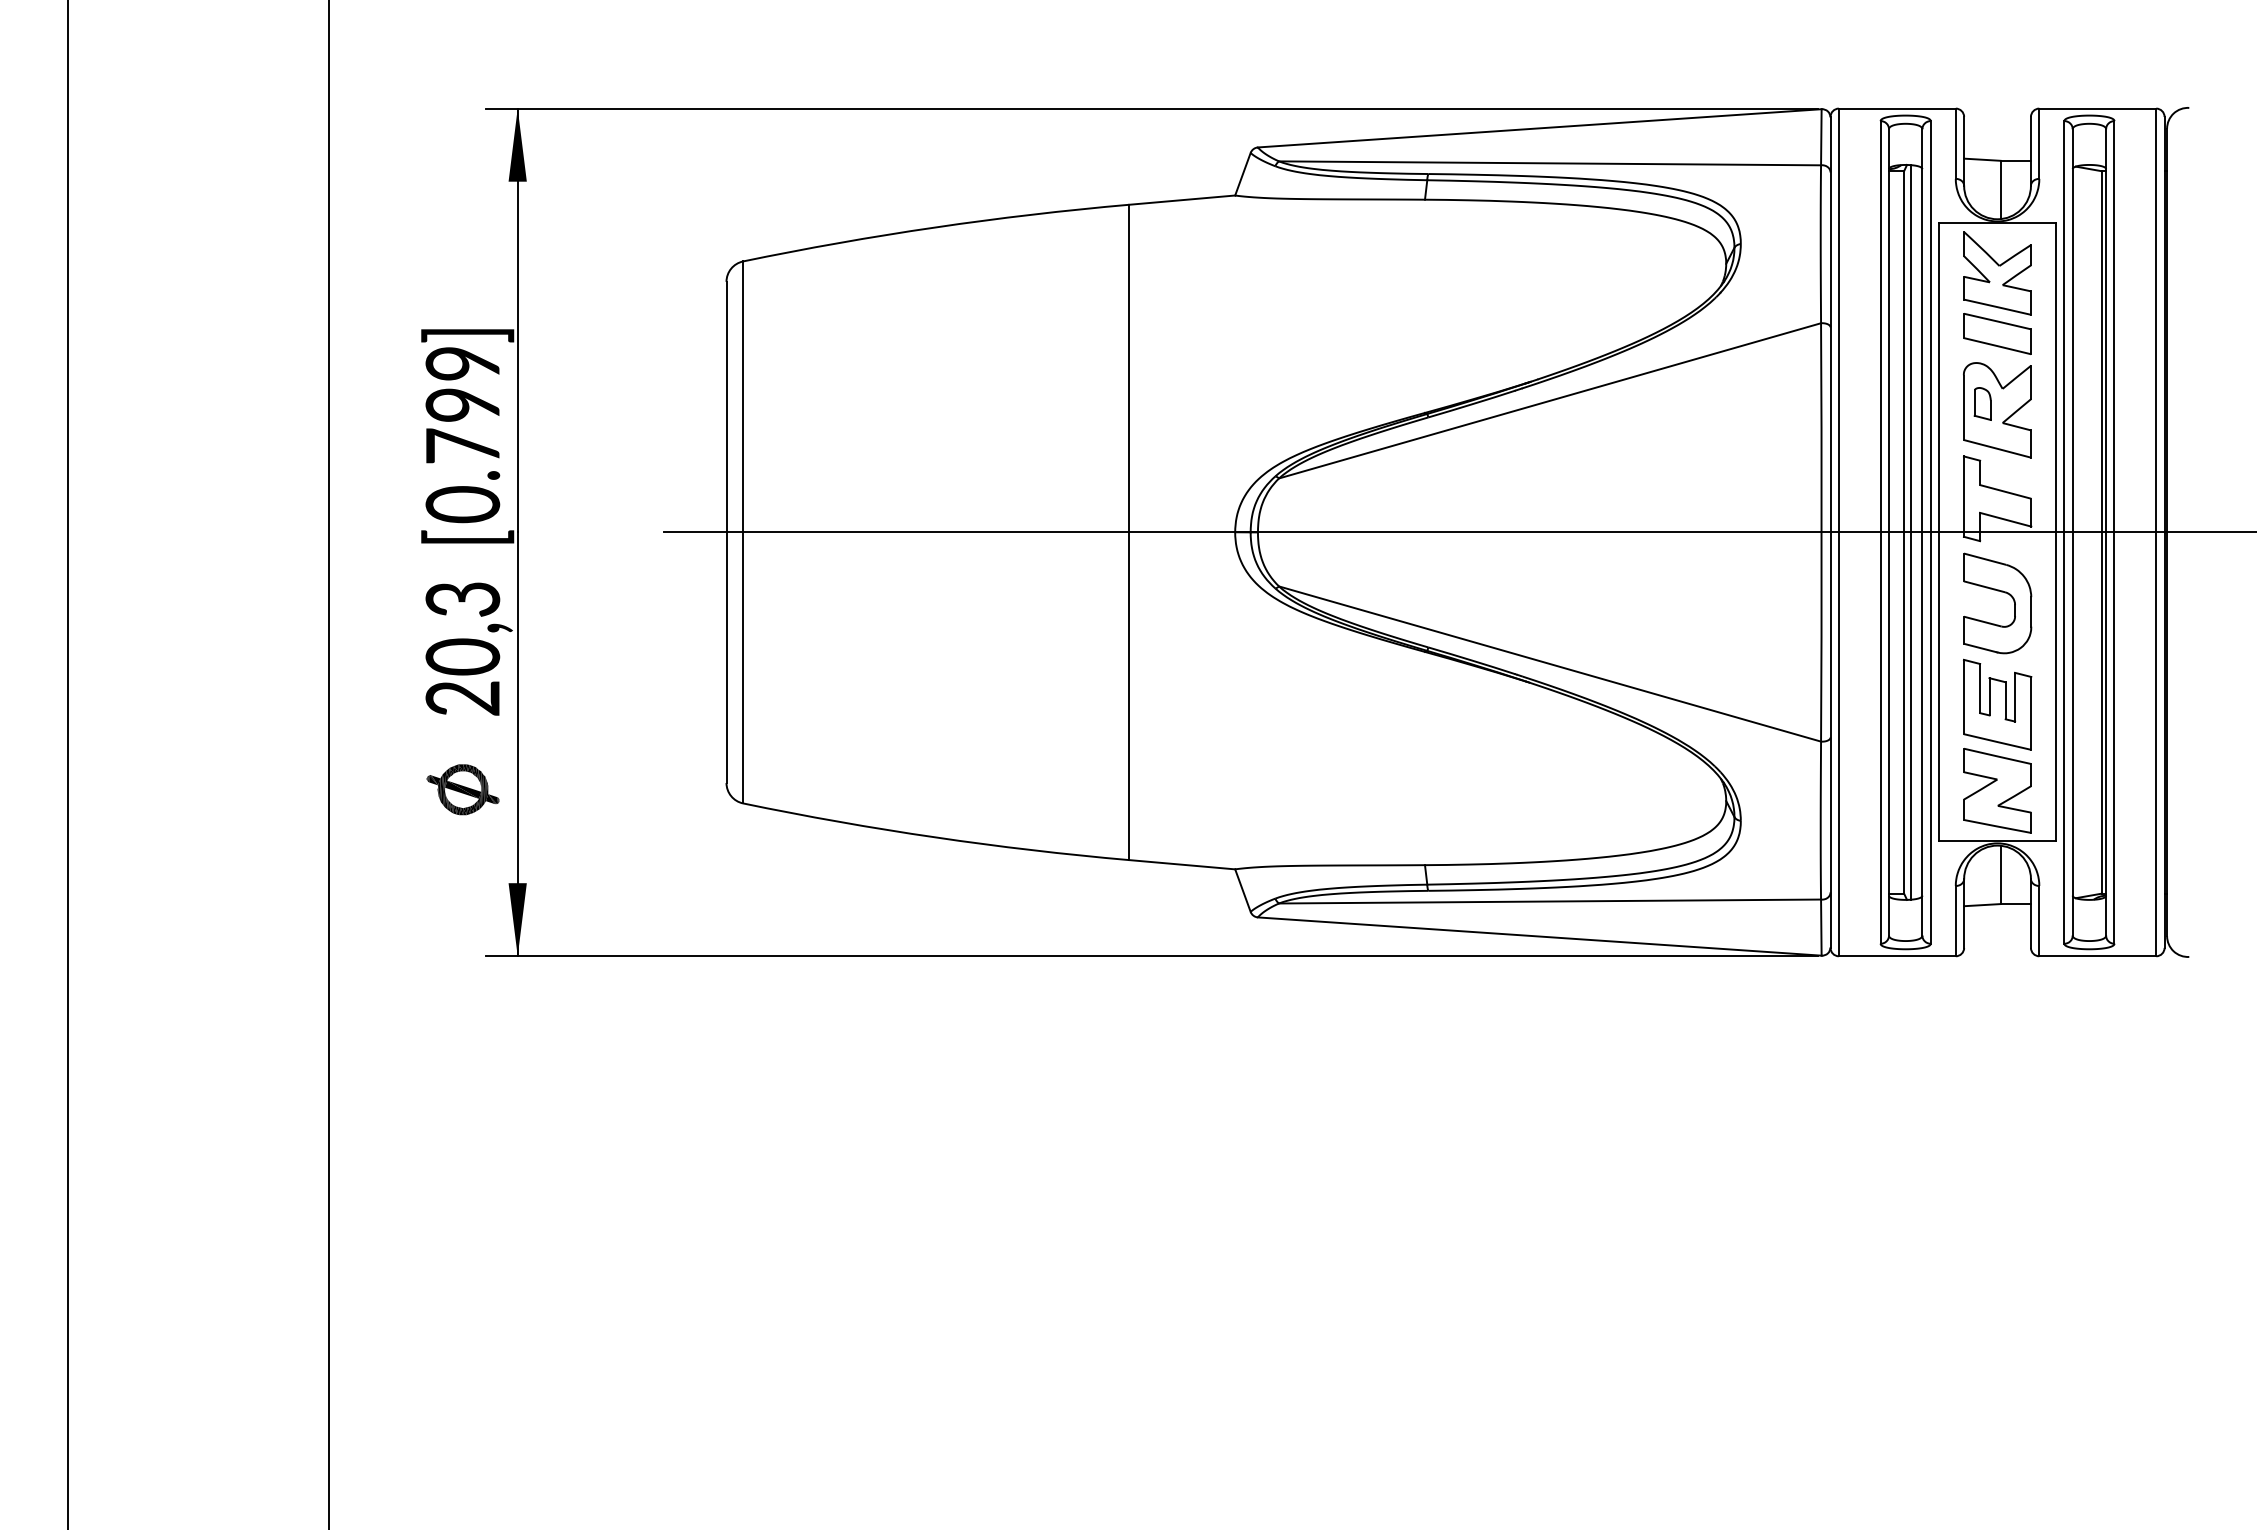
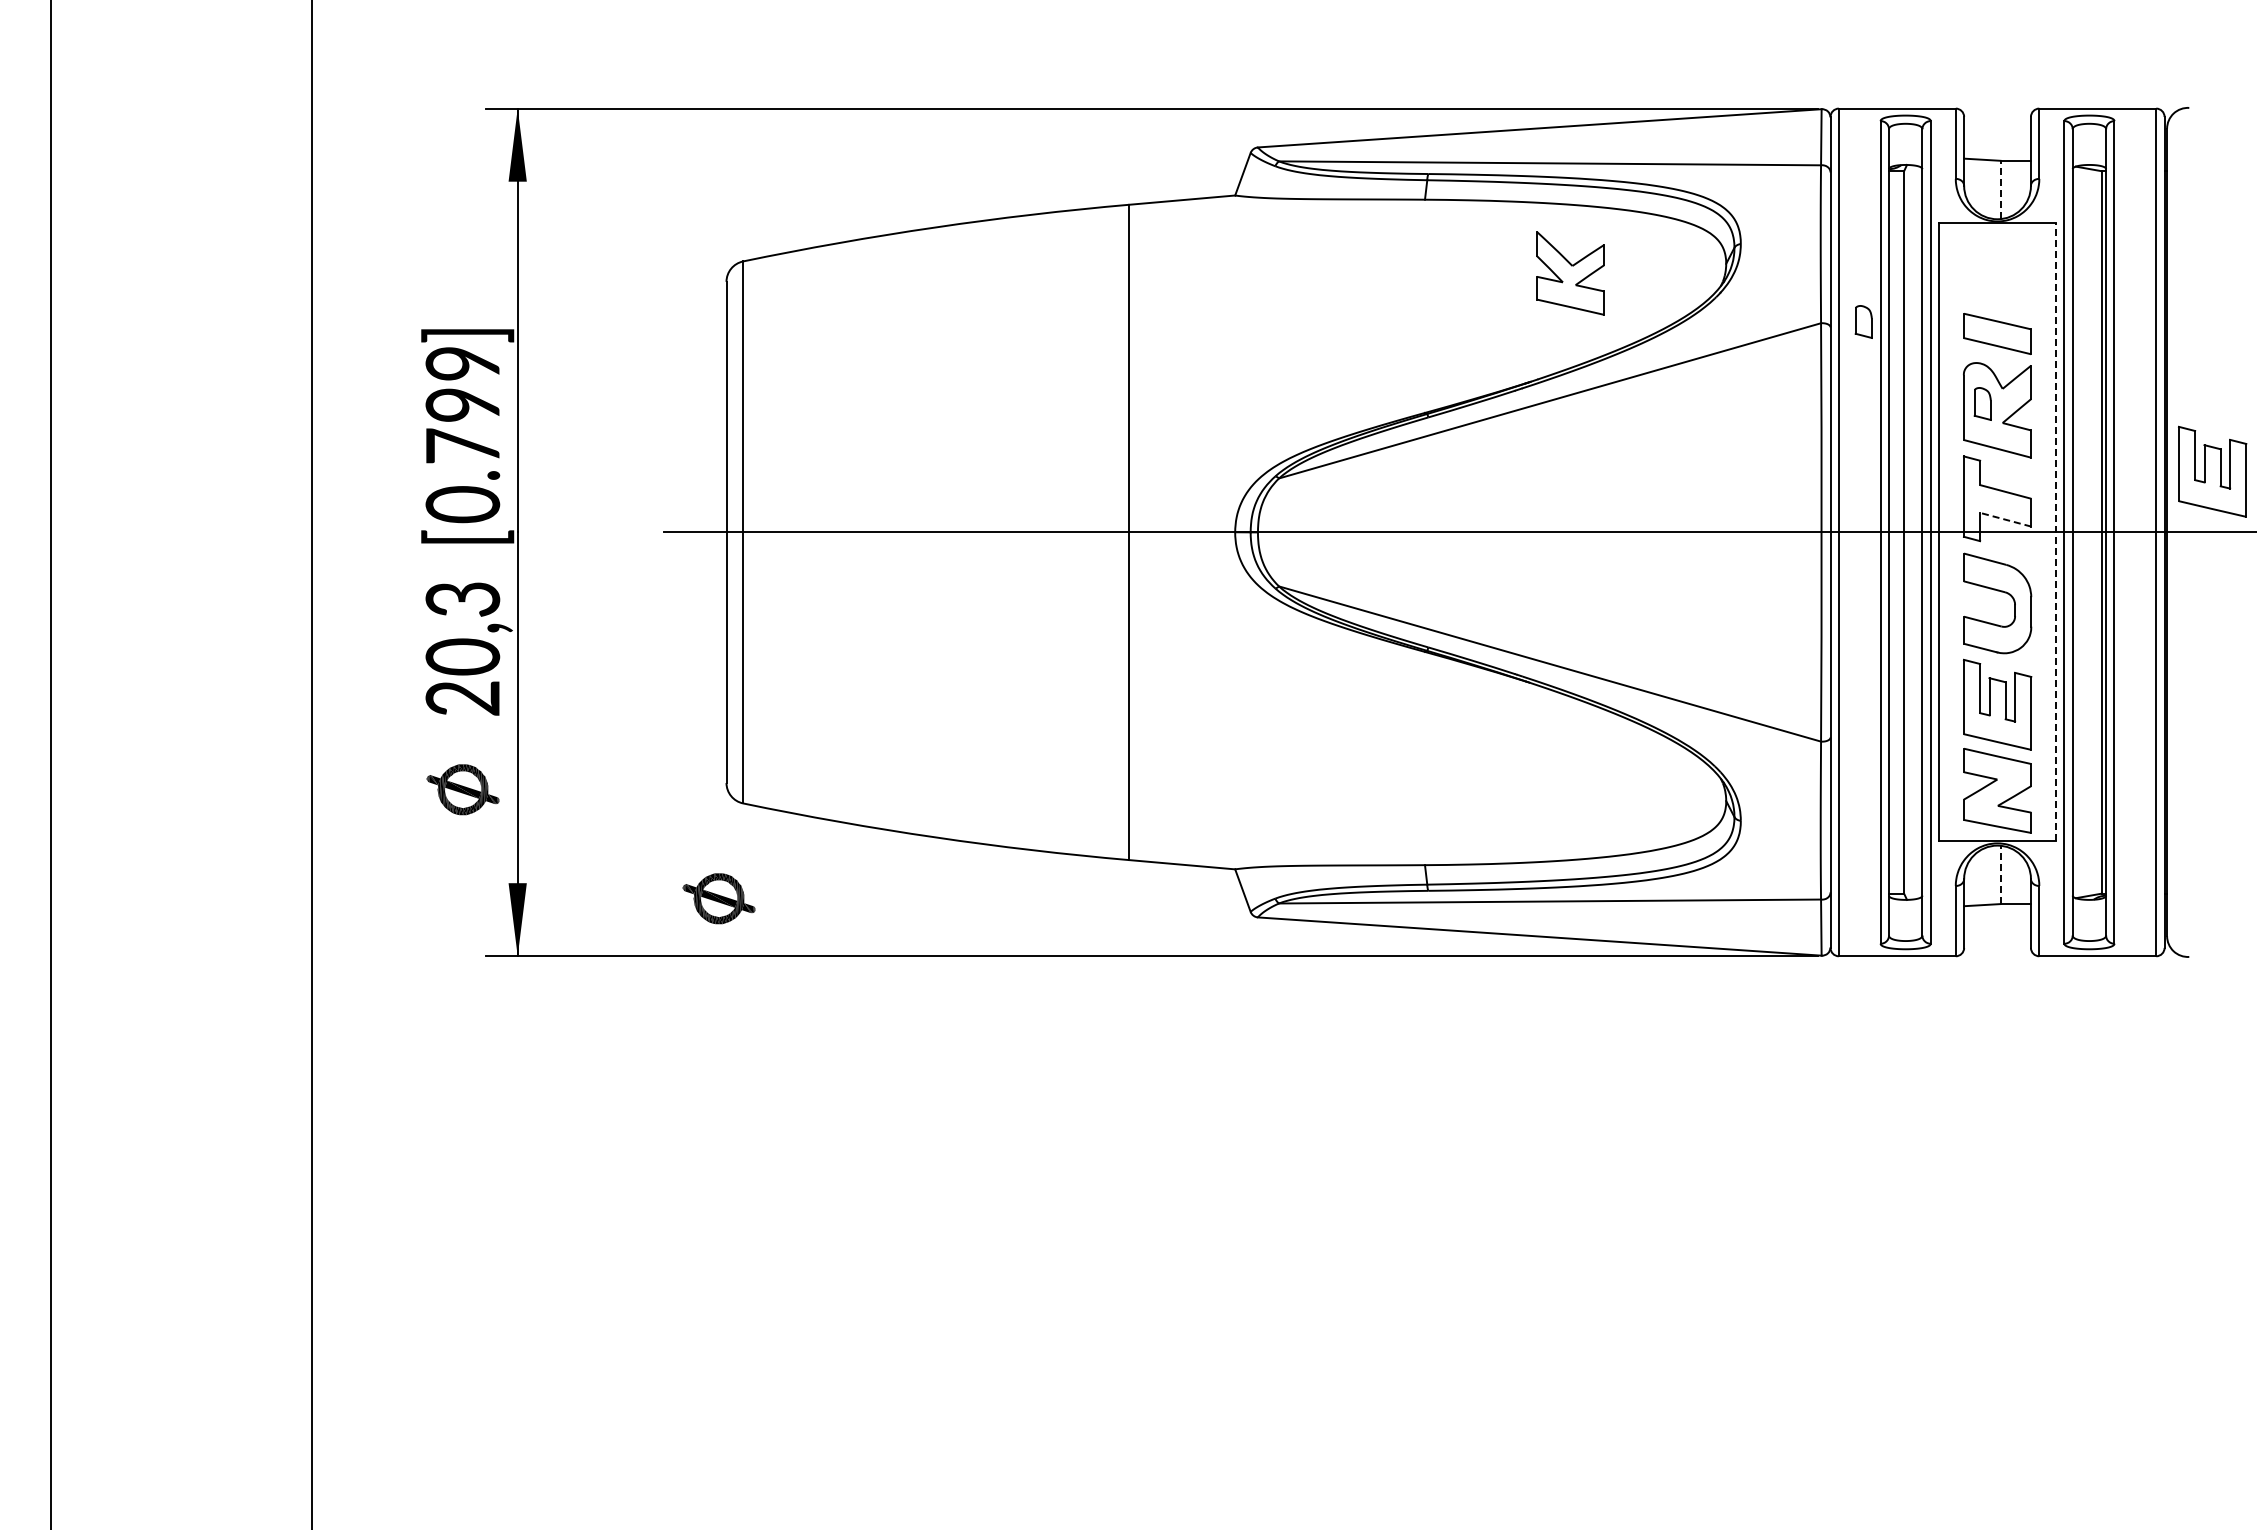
line at (2000, 189): solid -> dashed
part at (1997, 273) position: (1997, 273) -> (1570, 273)
part at (1863, 321): none -> present
part at (2212, 471): none -> present
line at (2005, 519): solid -> dashed
line at (1910, 532): present -> none
line at (2056, 532): solid -> dashed
line at (67, 764) position: (67, 764) -> (50, 764)
line at (328, 764) position: (328, 764) -> (311, 764)
line at (2000, 874): solid -> dashed
part at (718, 898): none -> present
